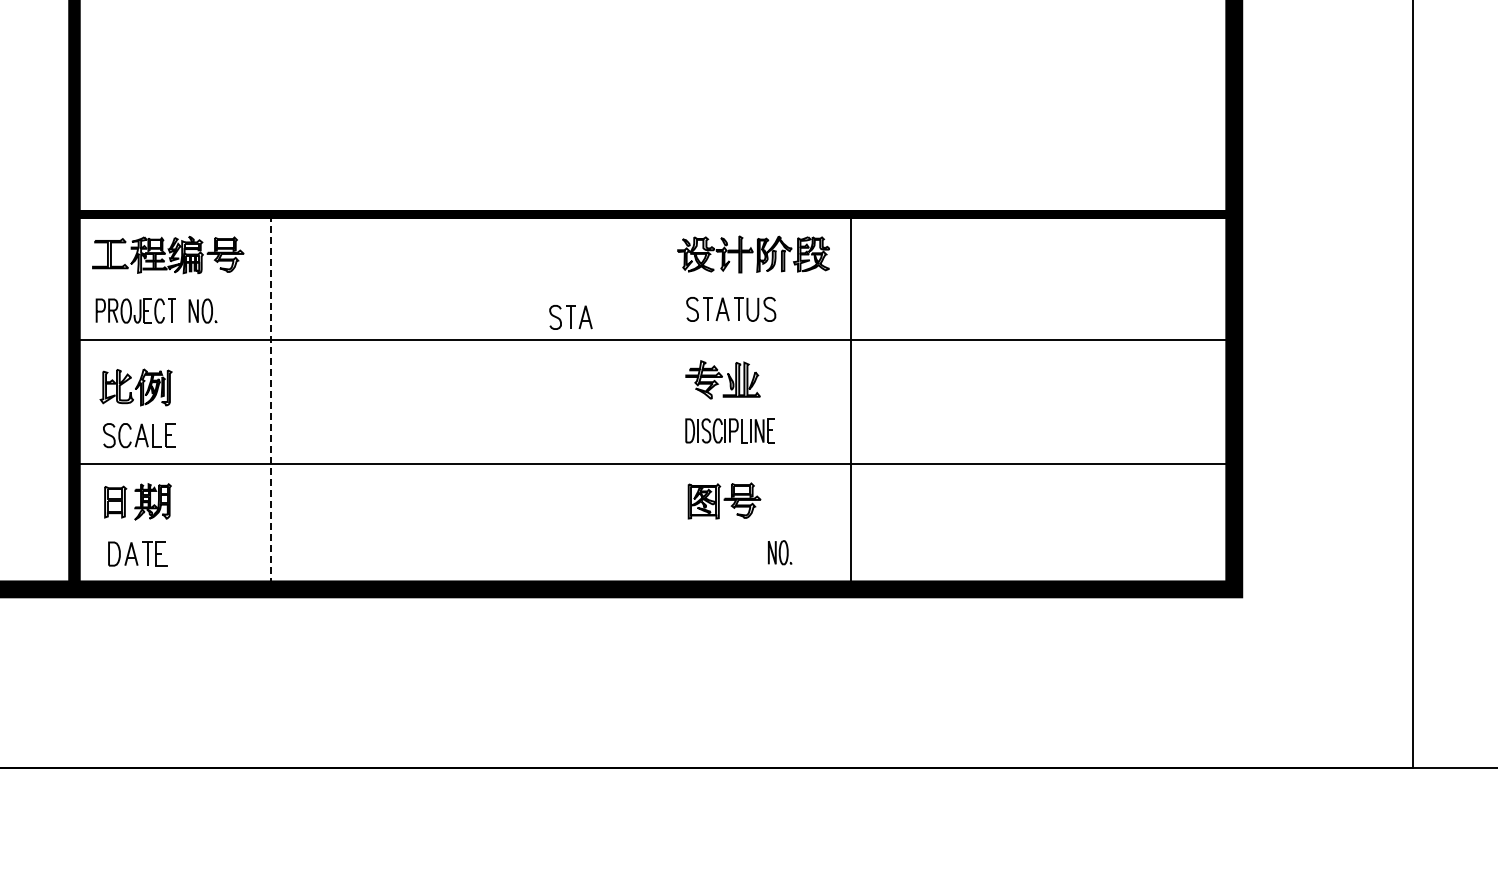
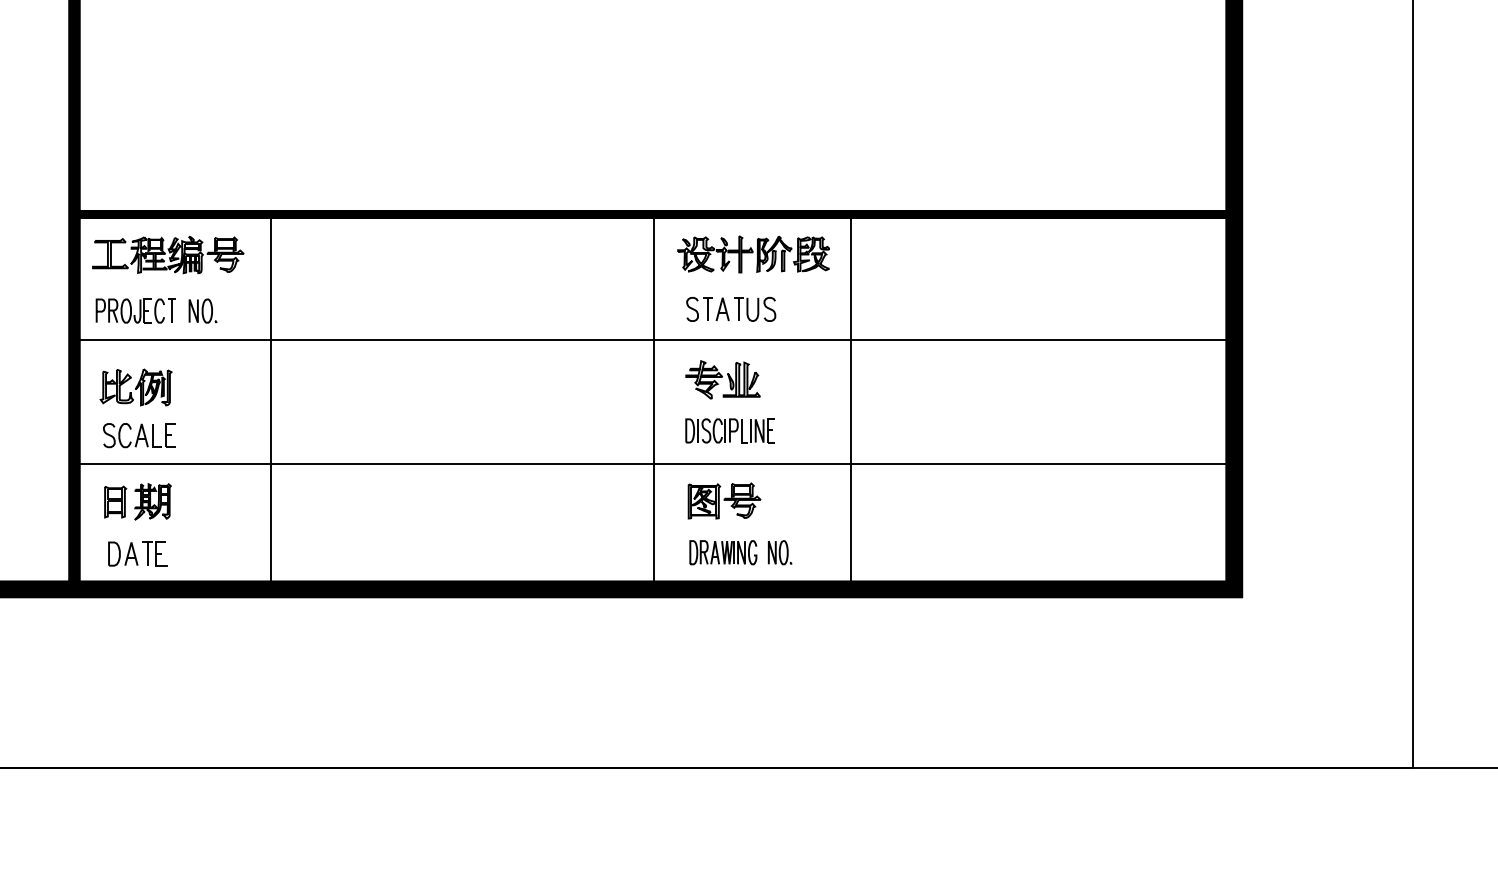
part at (570, 317): present -> none
line at (654, 401): none -> present
line at (270, 402): dashed -> solid
part at (723, 552): none -> present
